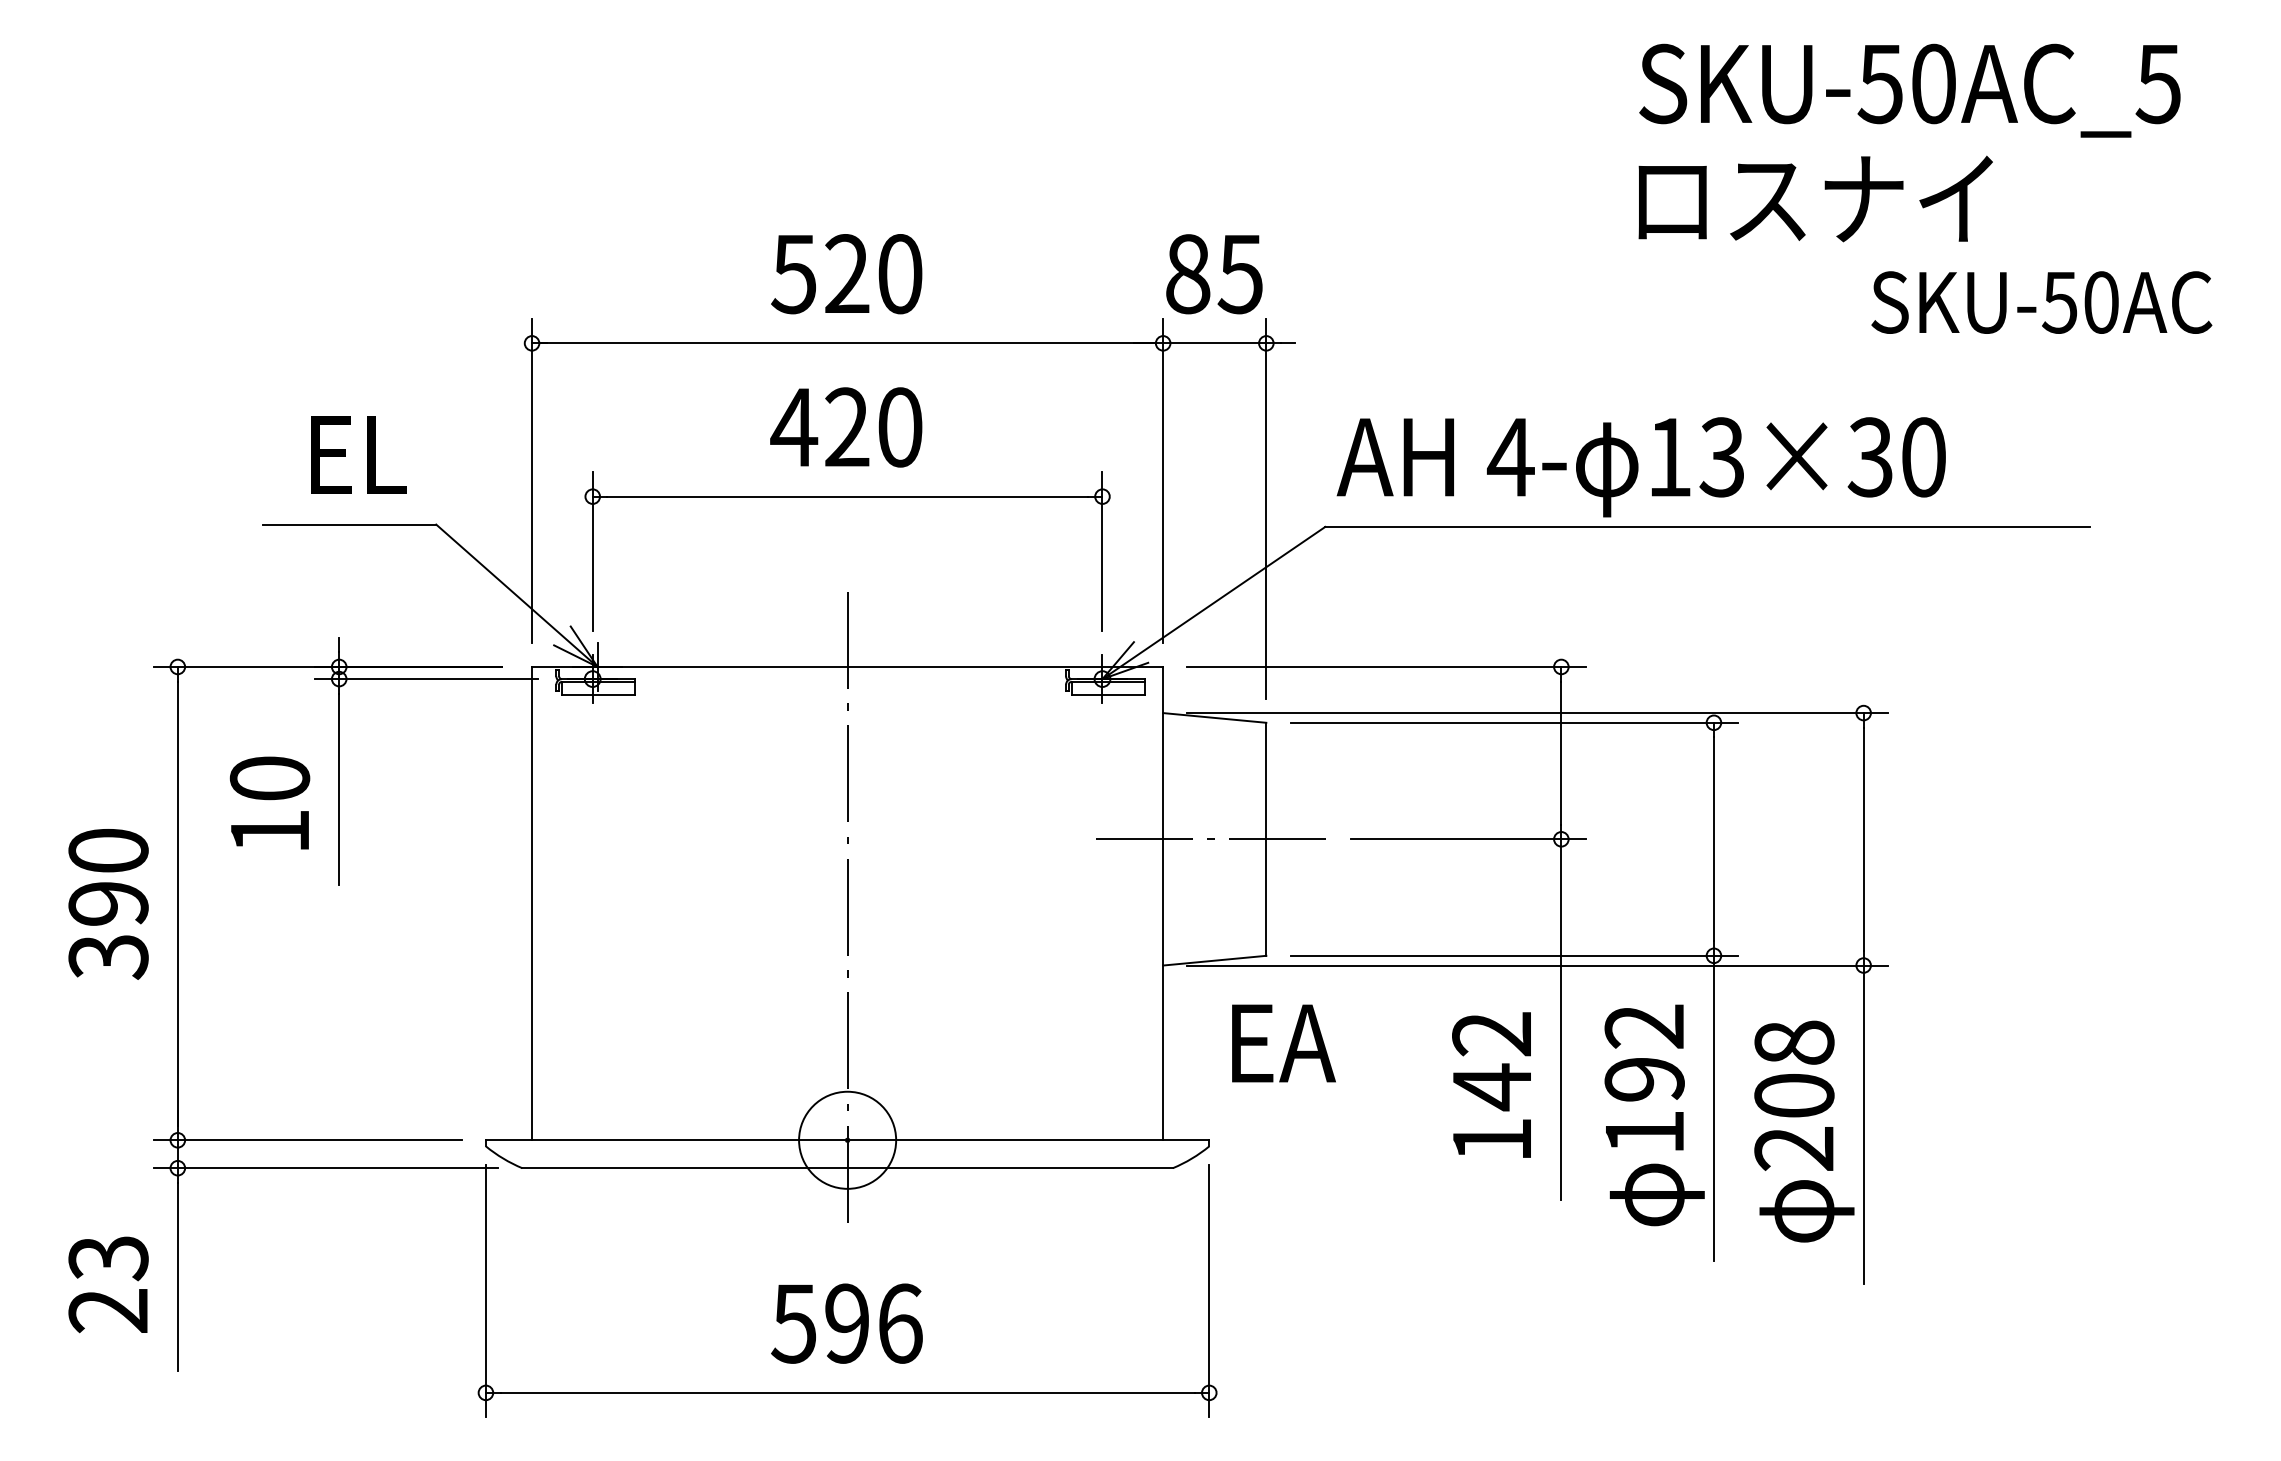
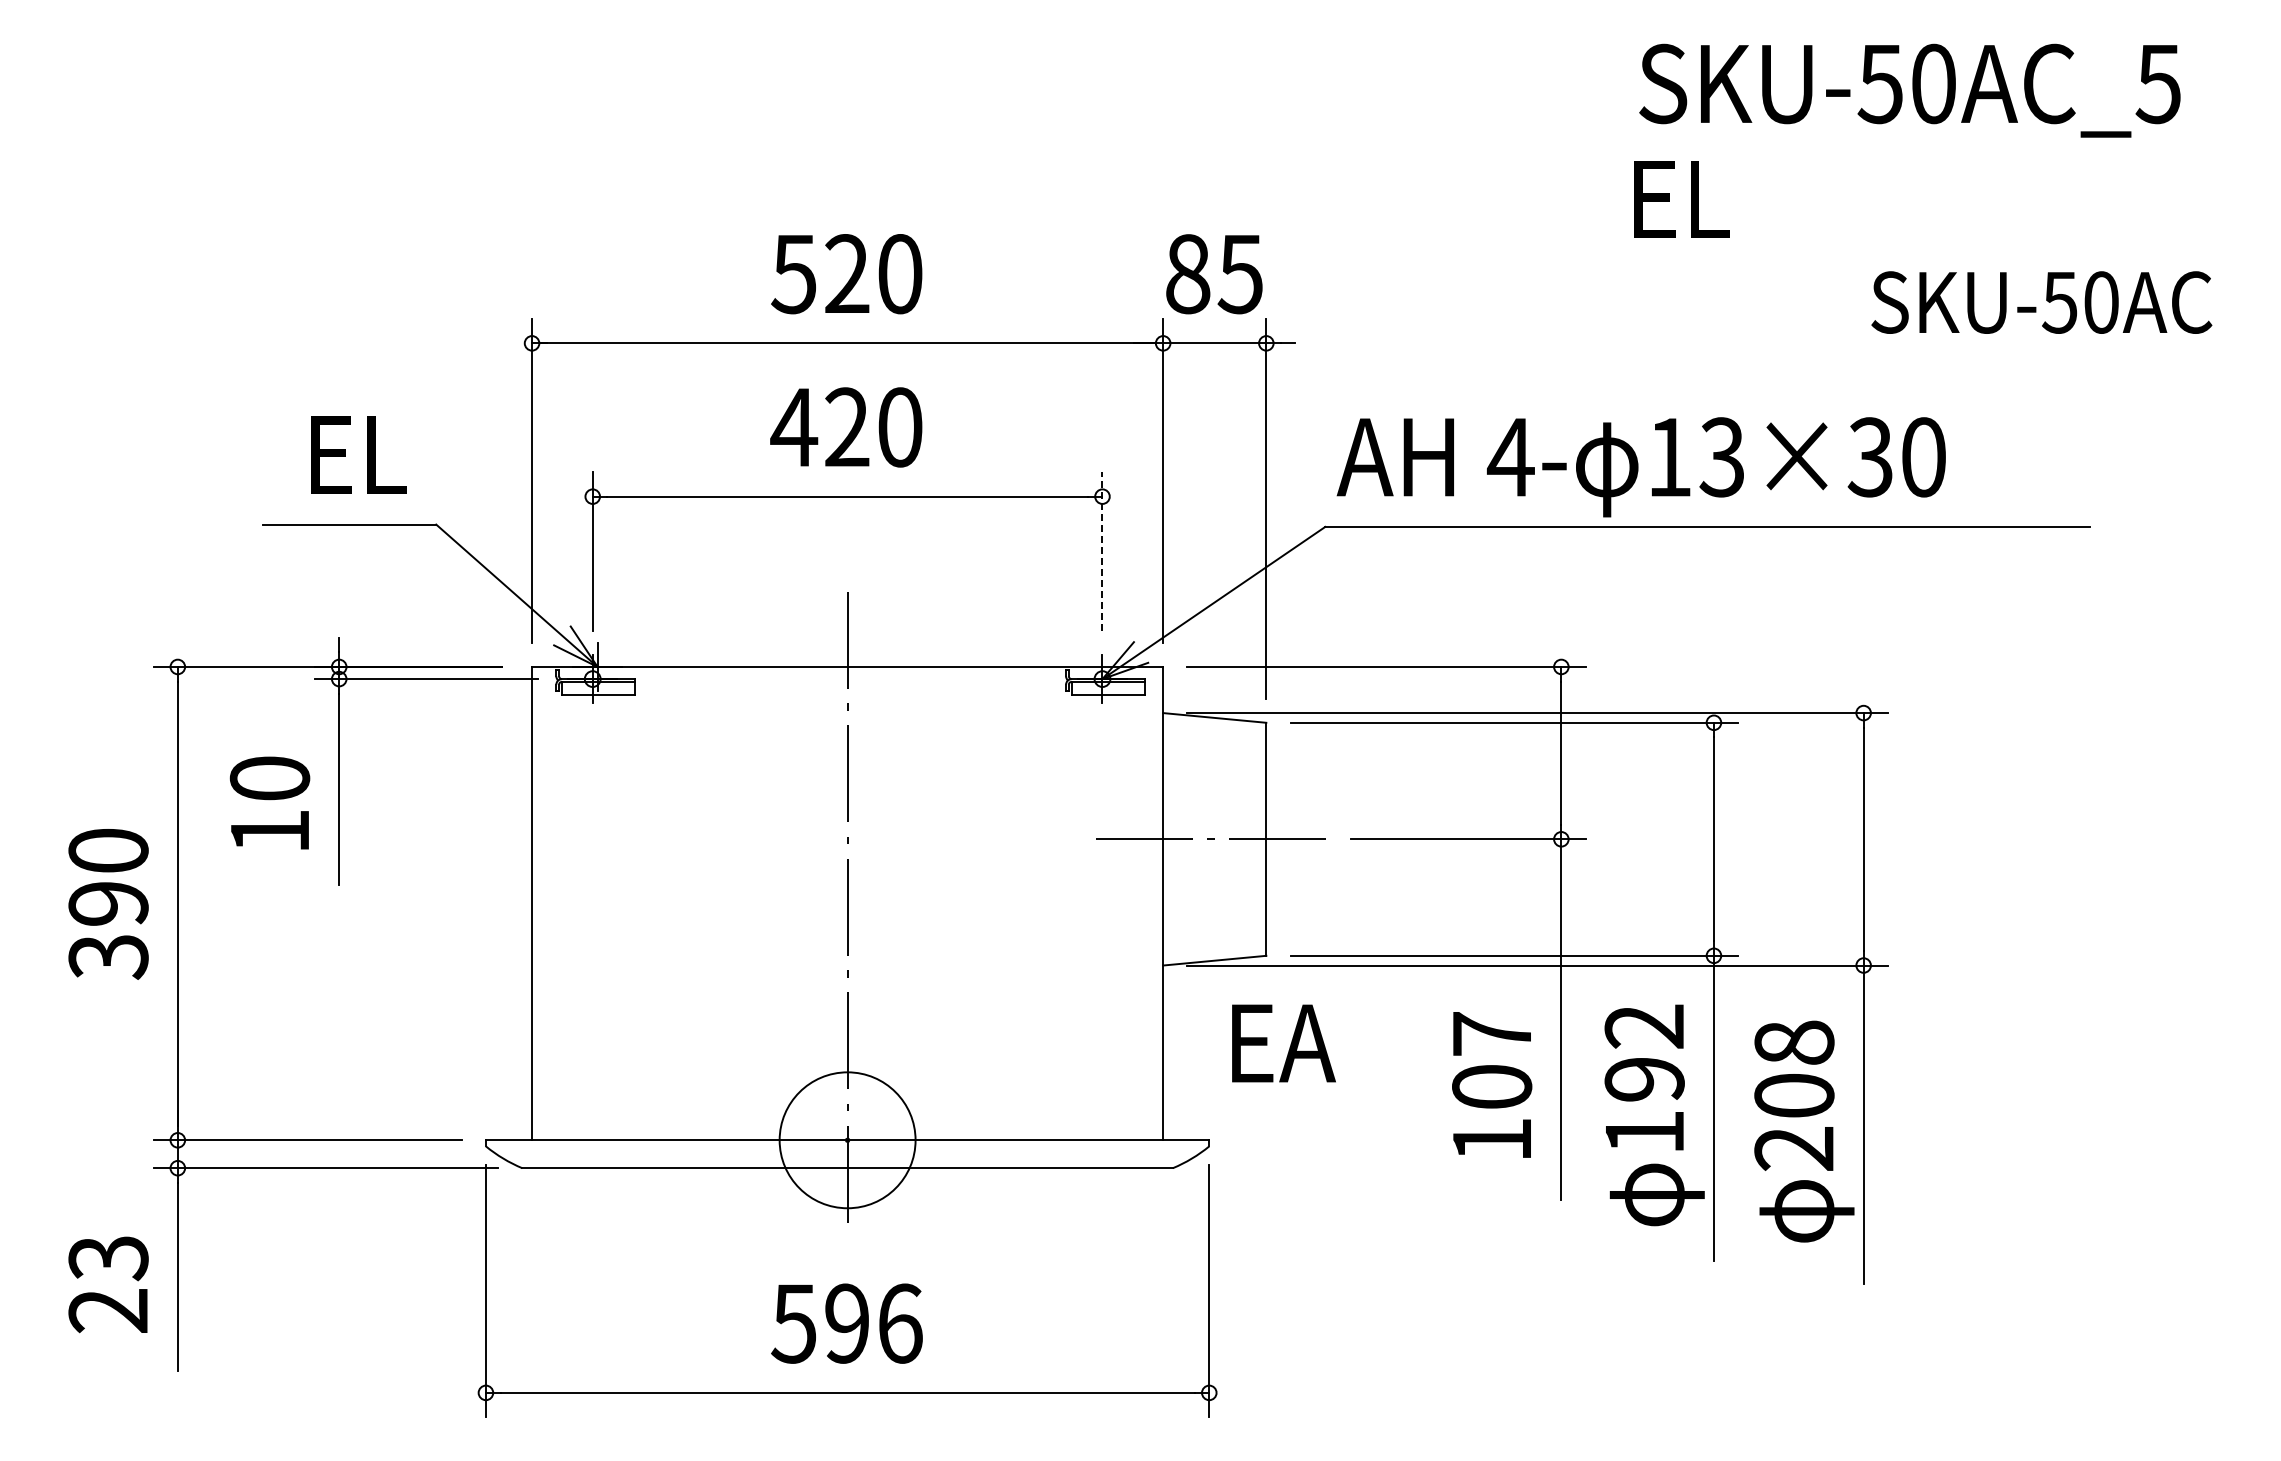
text at (1813, 198): ロスナイ -> EL
line at (1102, 550): solid -> dashed
text at (1492, 1061): 142 -> 107
circle at (847, 1139) diameter: 97 px -> 136 px
